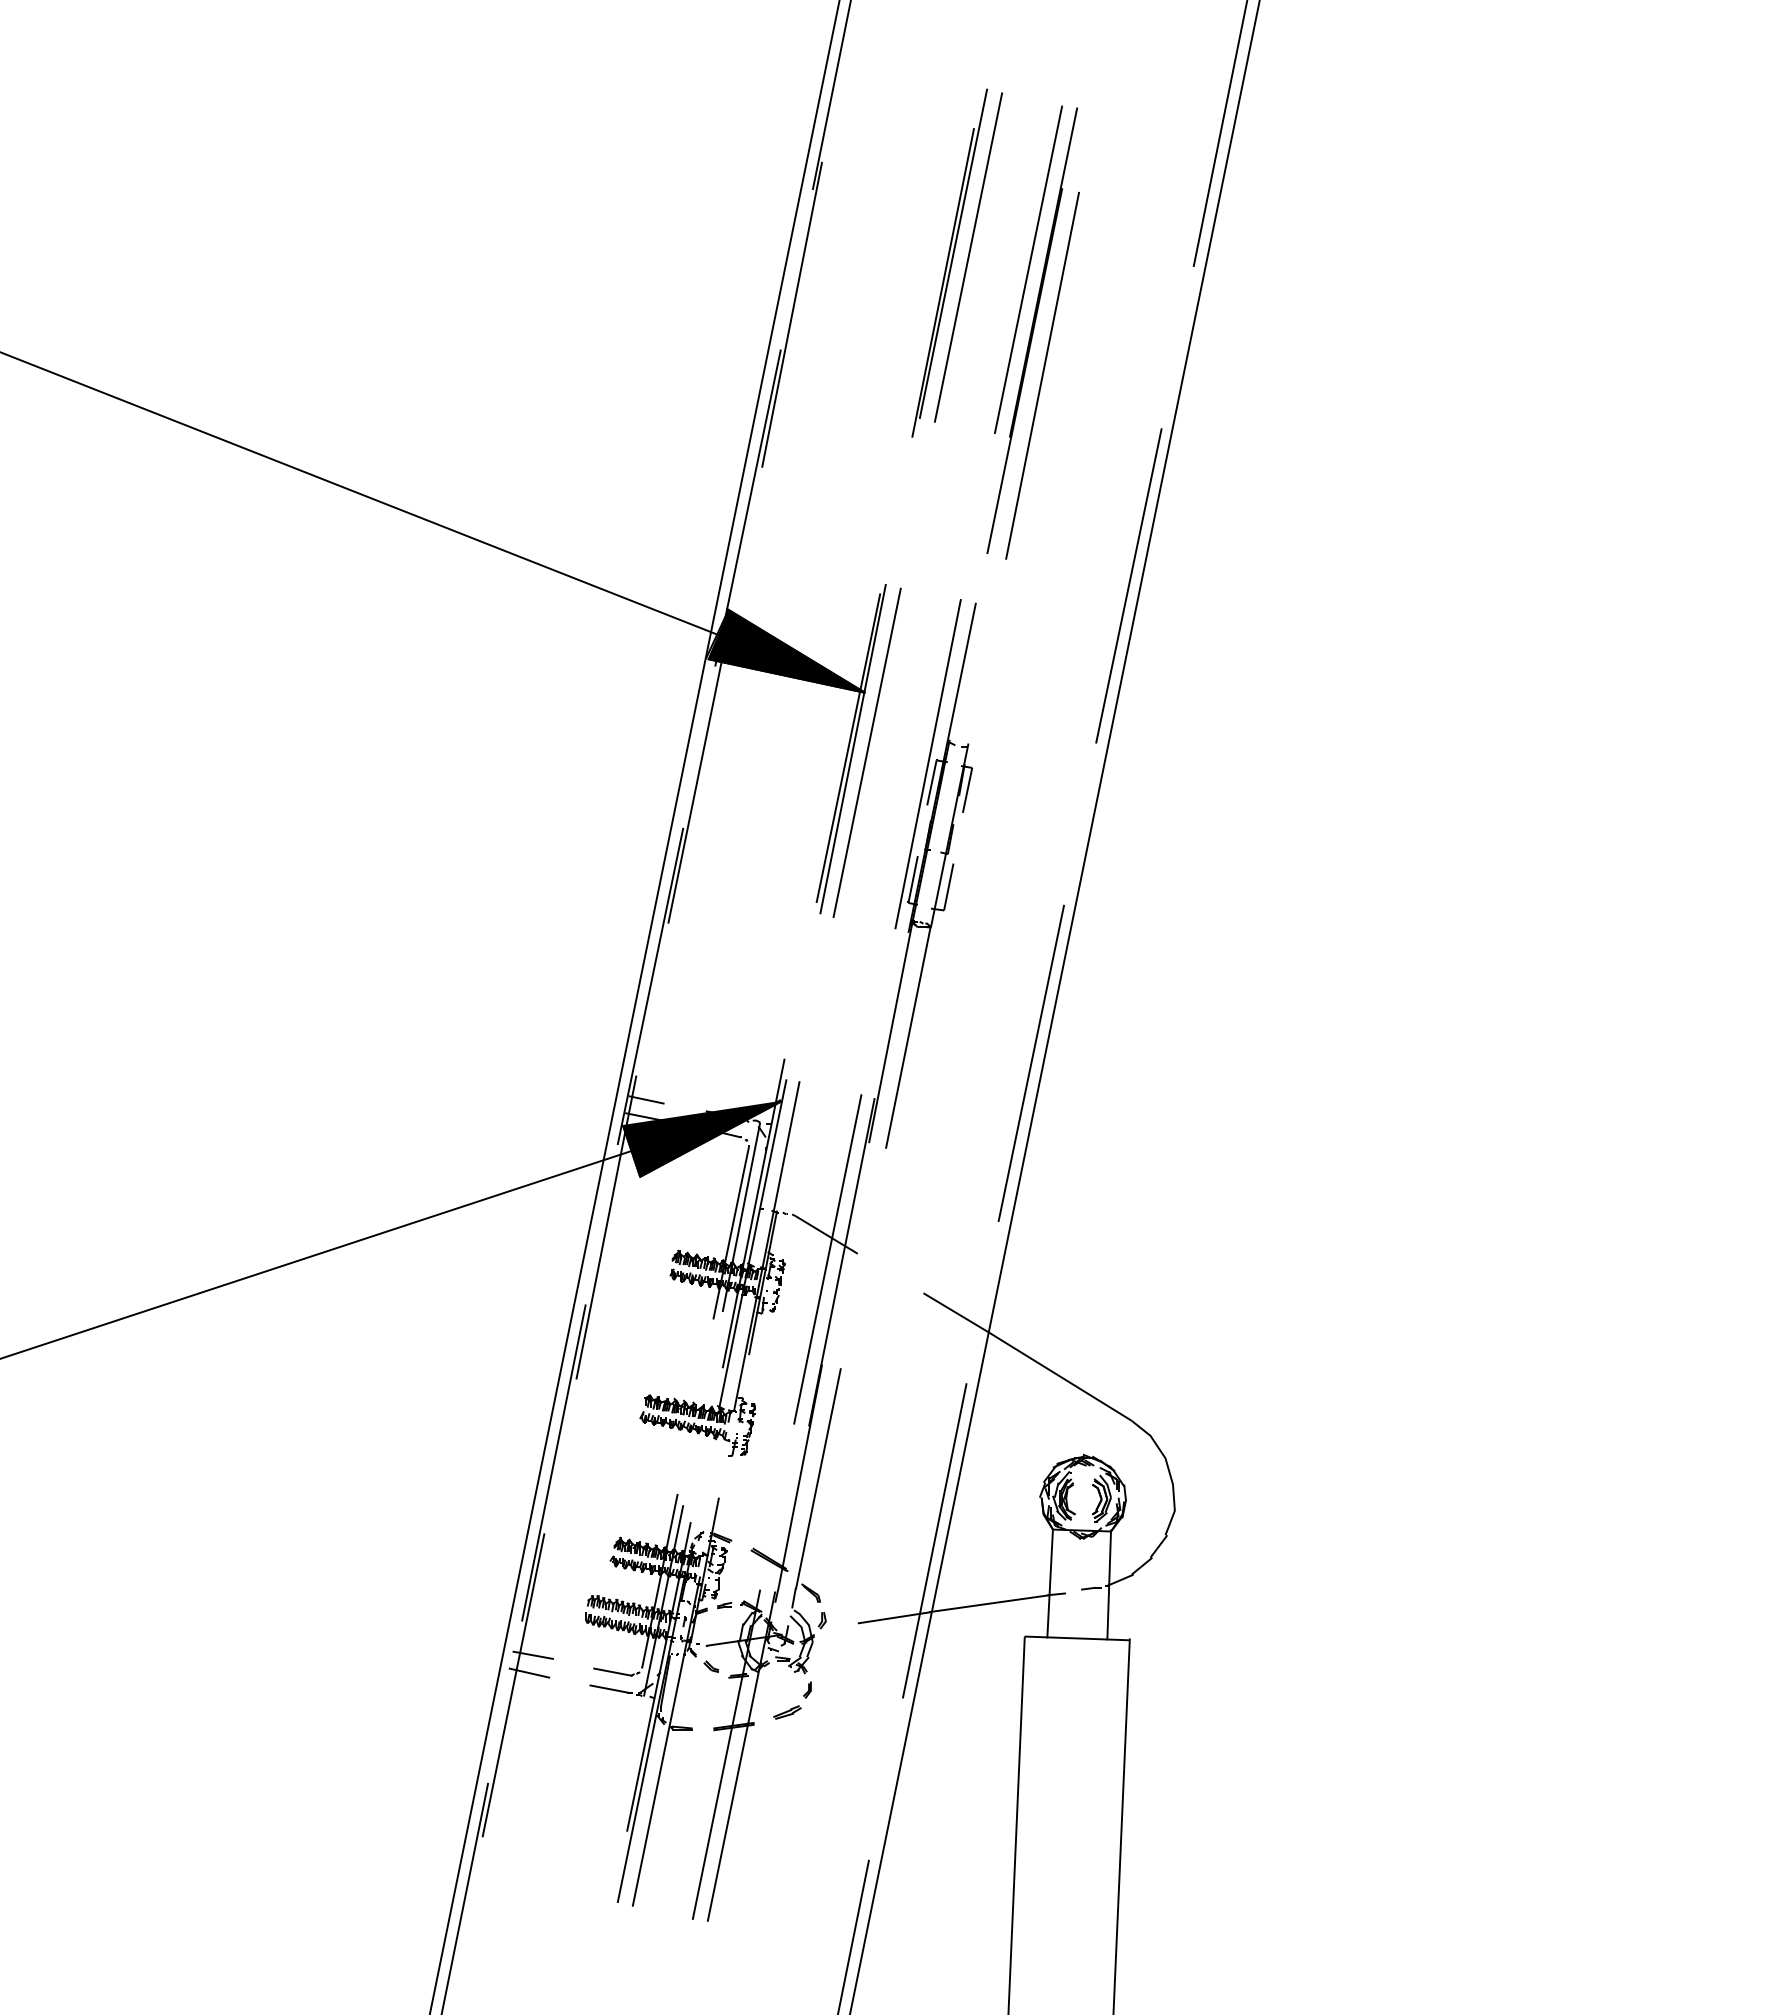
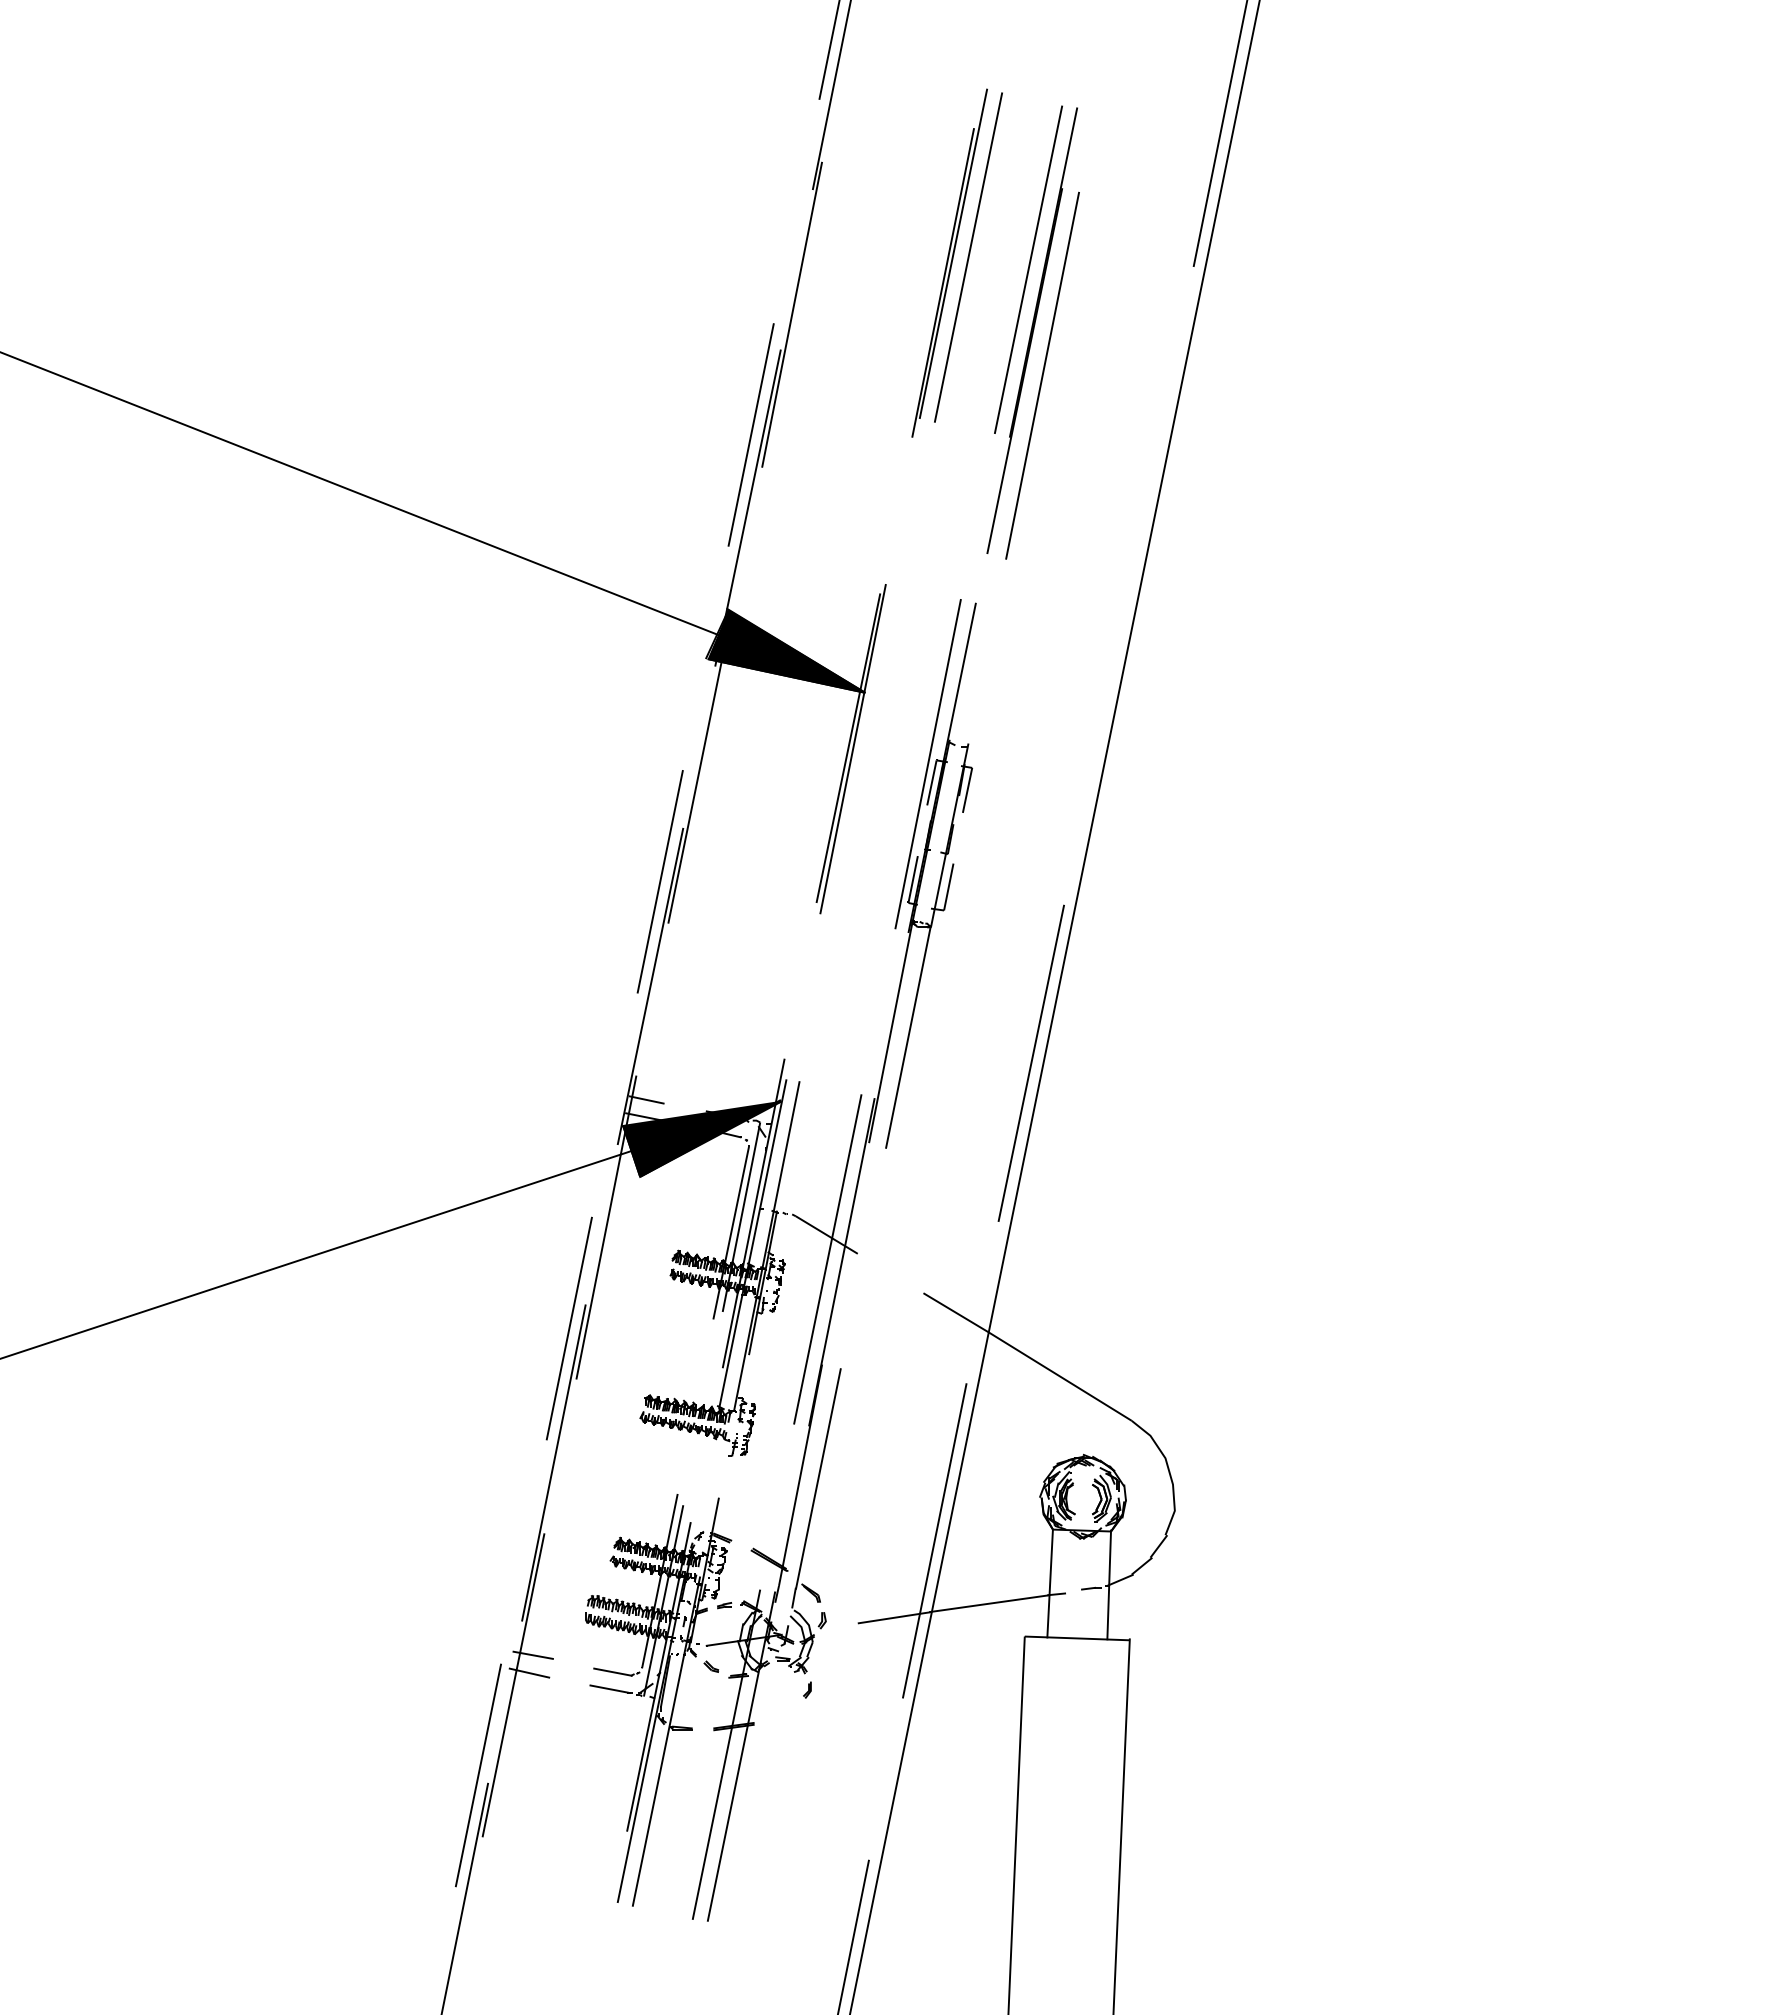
line at (1128, 585): present -> none
line at (866, 752): present -> none
line at (634, 1007): solid -> dashed
part at (787, 1712): present -> none
